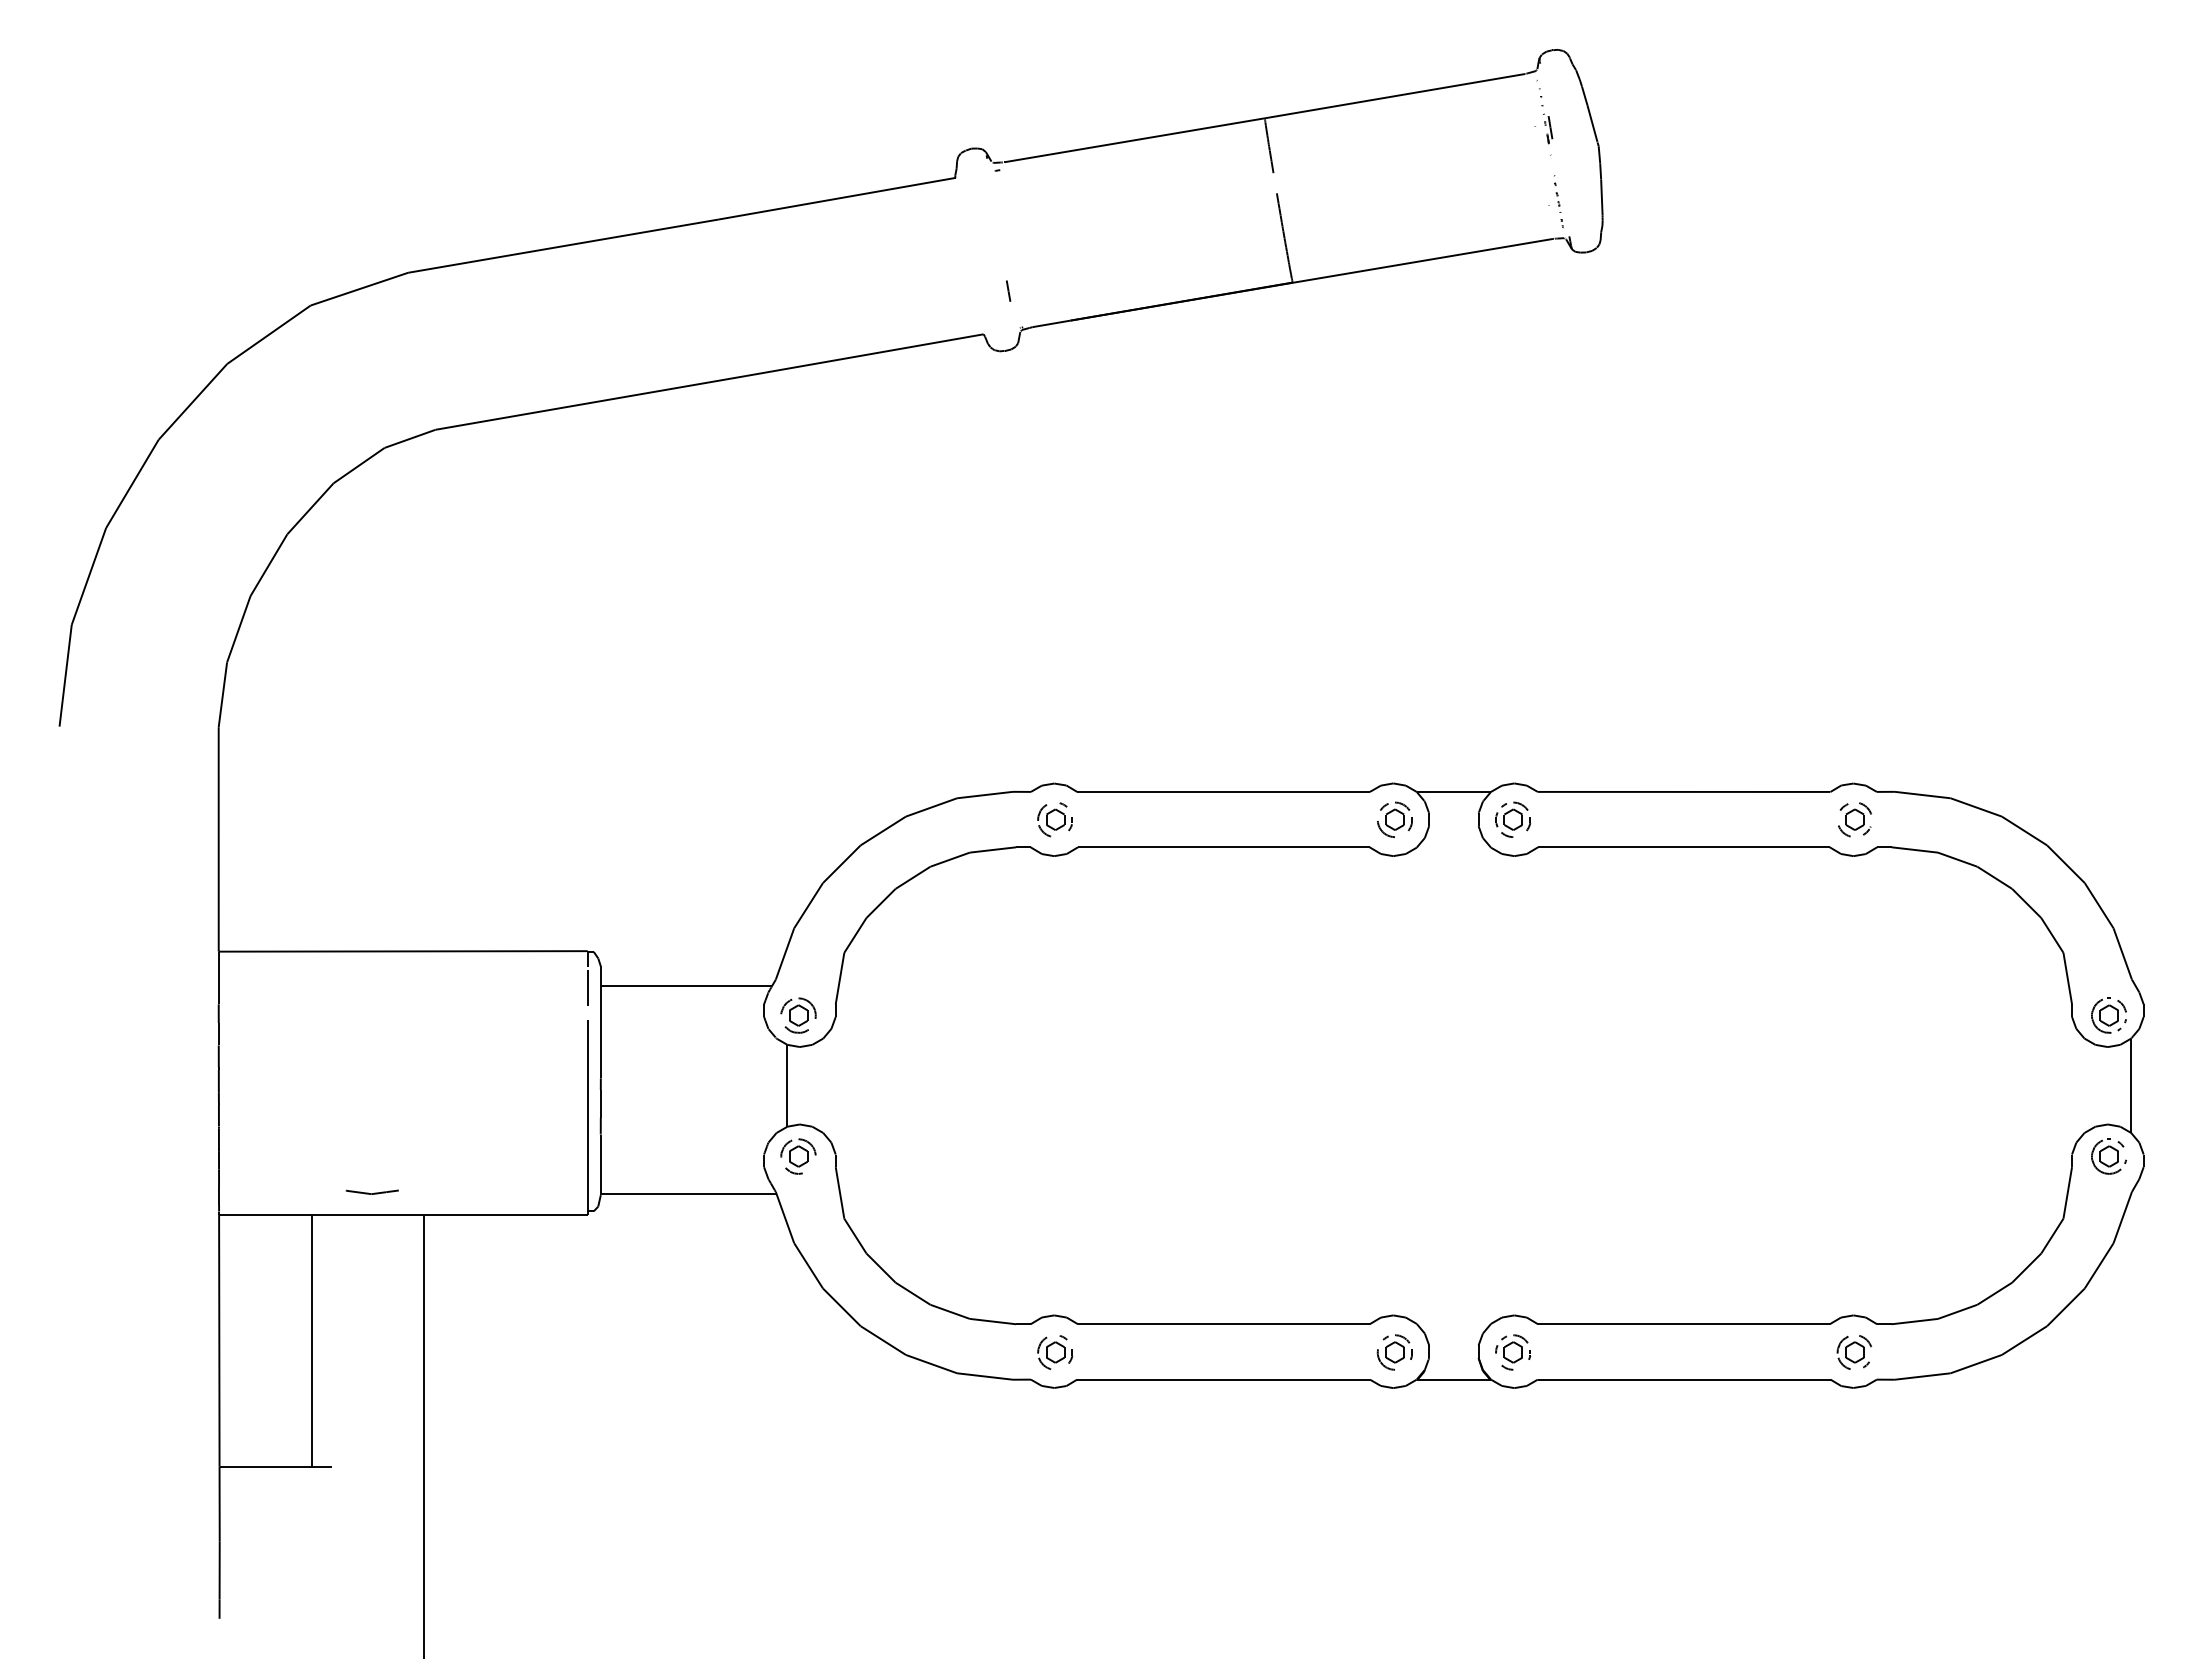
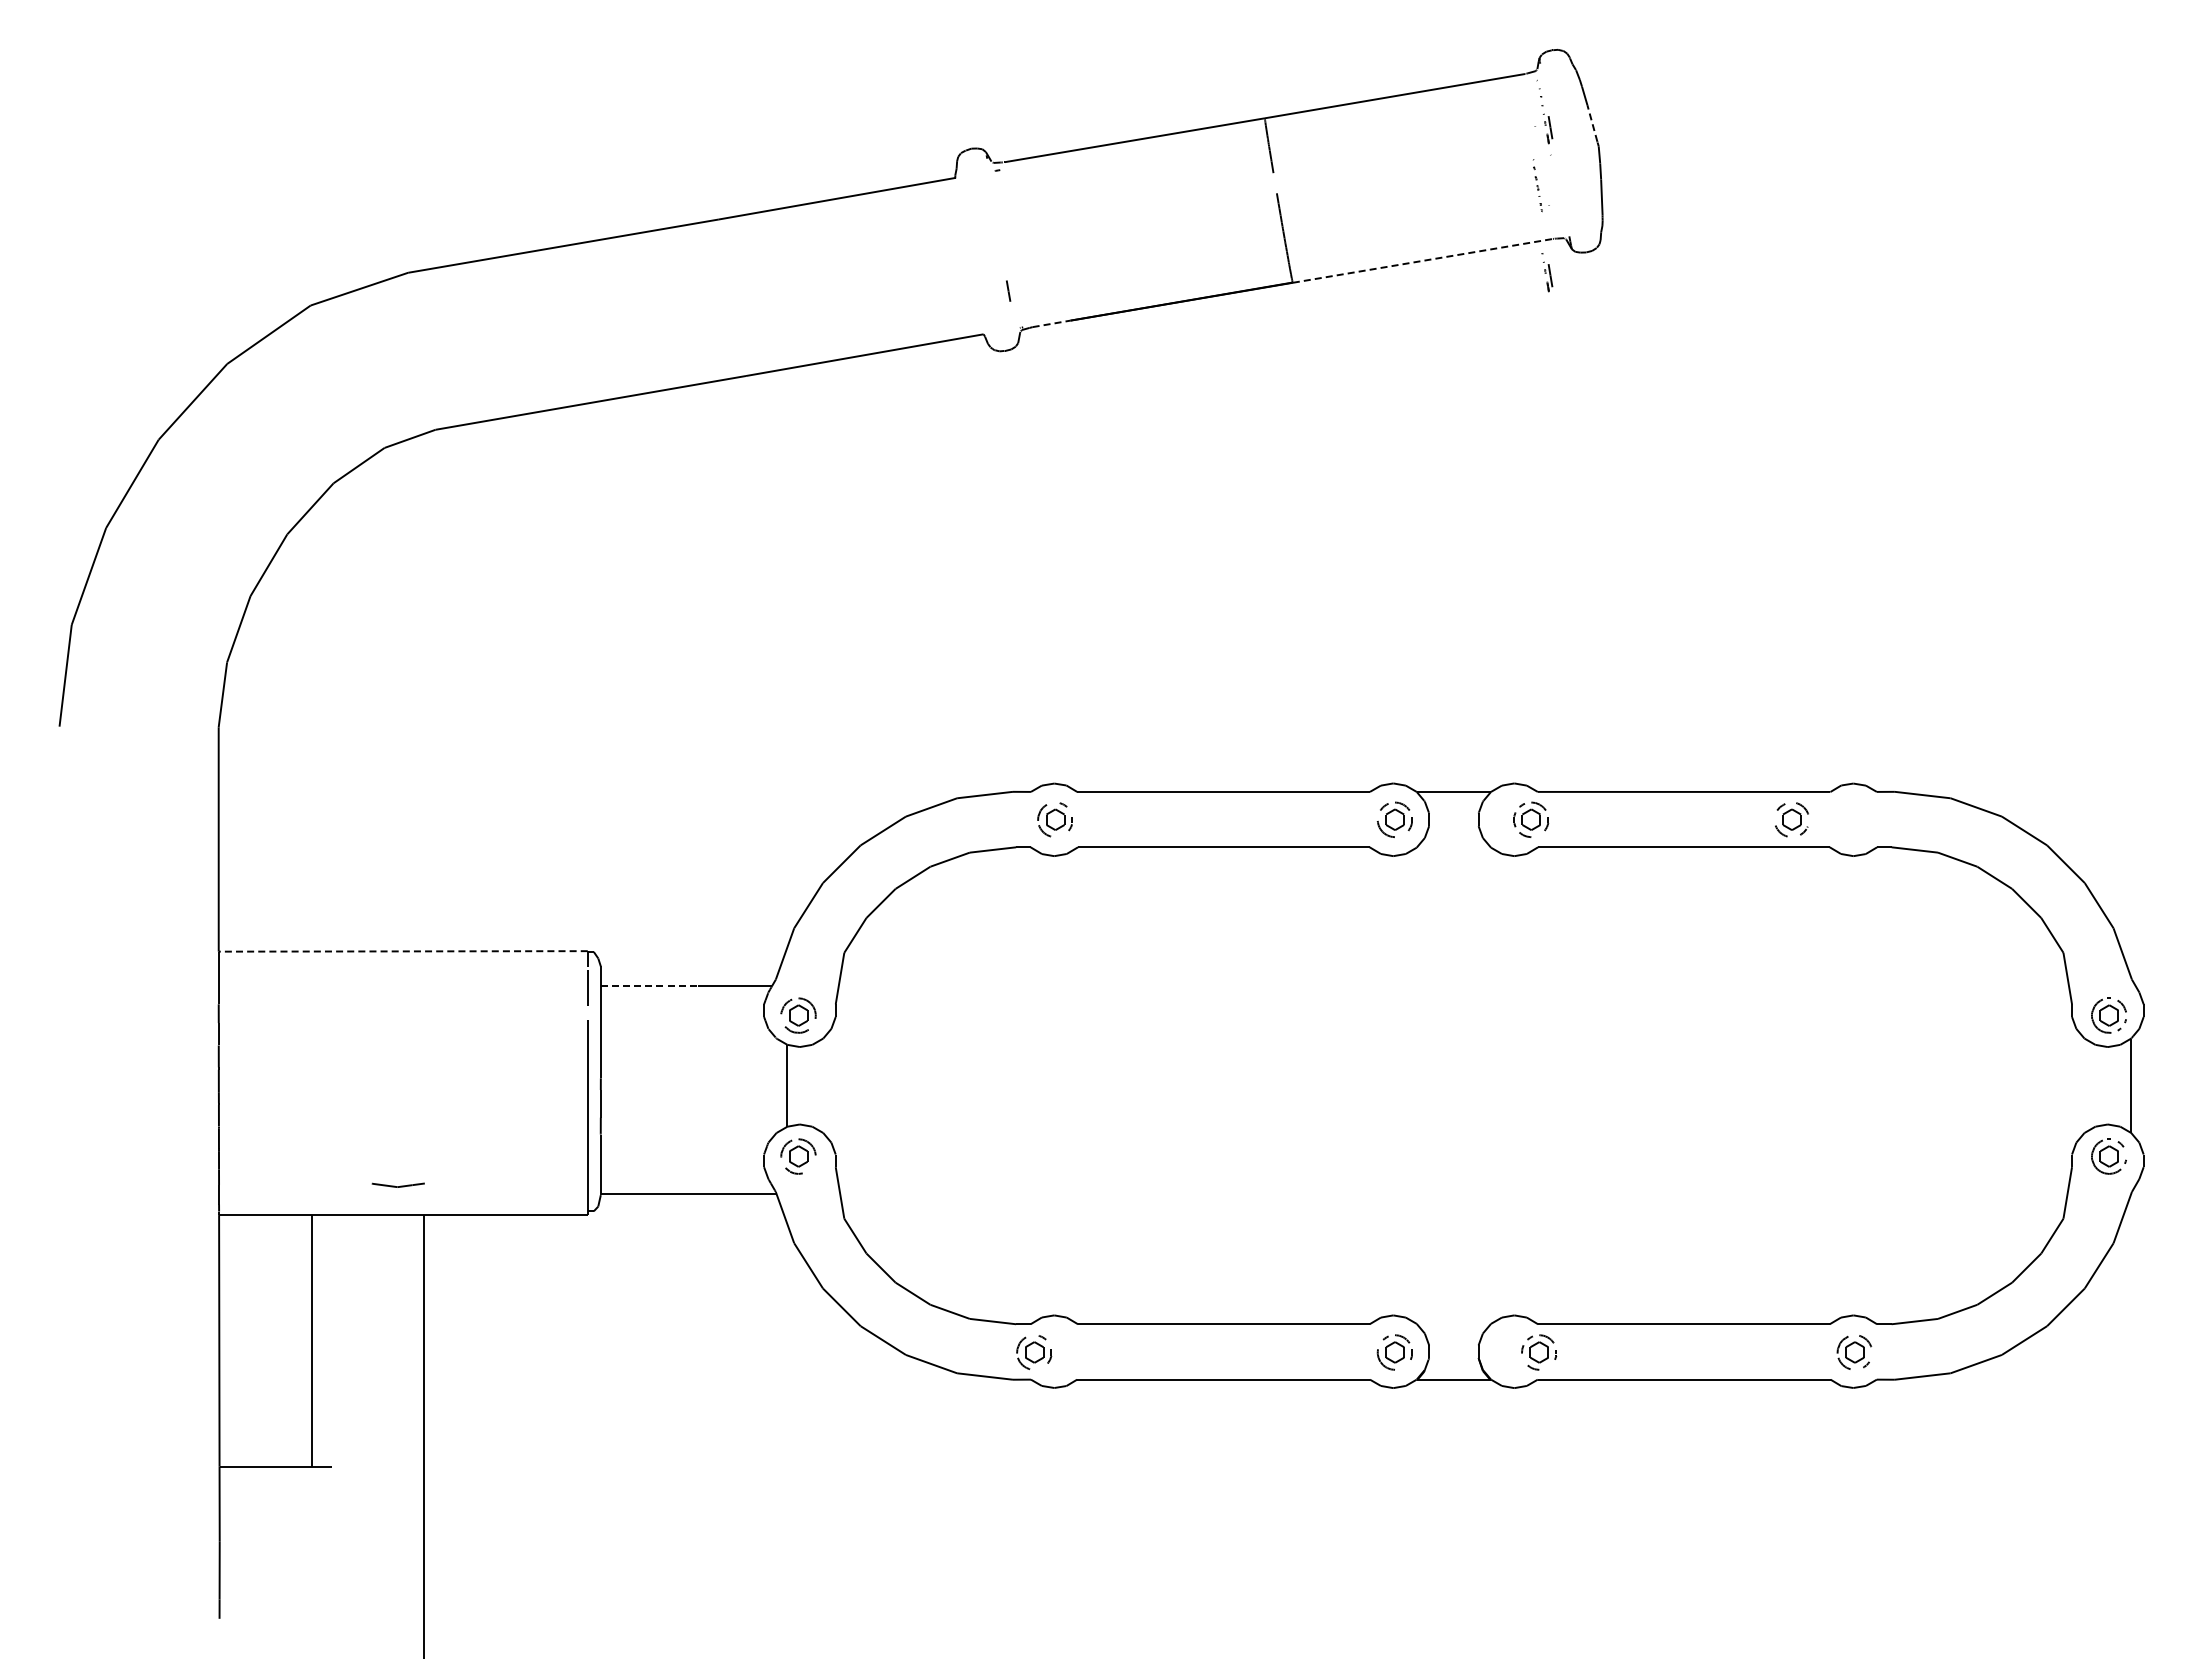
line at (1592, 123): solid -> dashed
part at (1558, 201) position: (1558, 201) -> (1537, 185)
line at (1422, 260): solid -> dashed
part at (1547, 272): none -> present
line at (1052, 323): solid -> dashed
part at (1513, 819) position: (1513, 819) -> (1531, 819)
part at (1854, 819) position: (1854, 819) -> (1791, 819)
line at (403, 951): solid -> dashed
line at (649, 985): solid -> dashed
part at (371, 1191) position: (371, 1191) -> (397, 1184)
part at (1055, 1352) position: (1055, 1352) -> (1034, 1352)
part at (1513, 1352) position: (1513, 1352) -> (1539, 1352)
